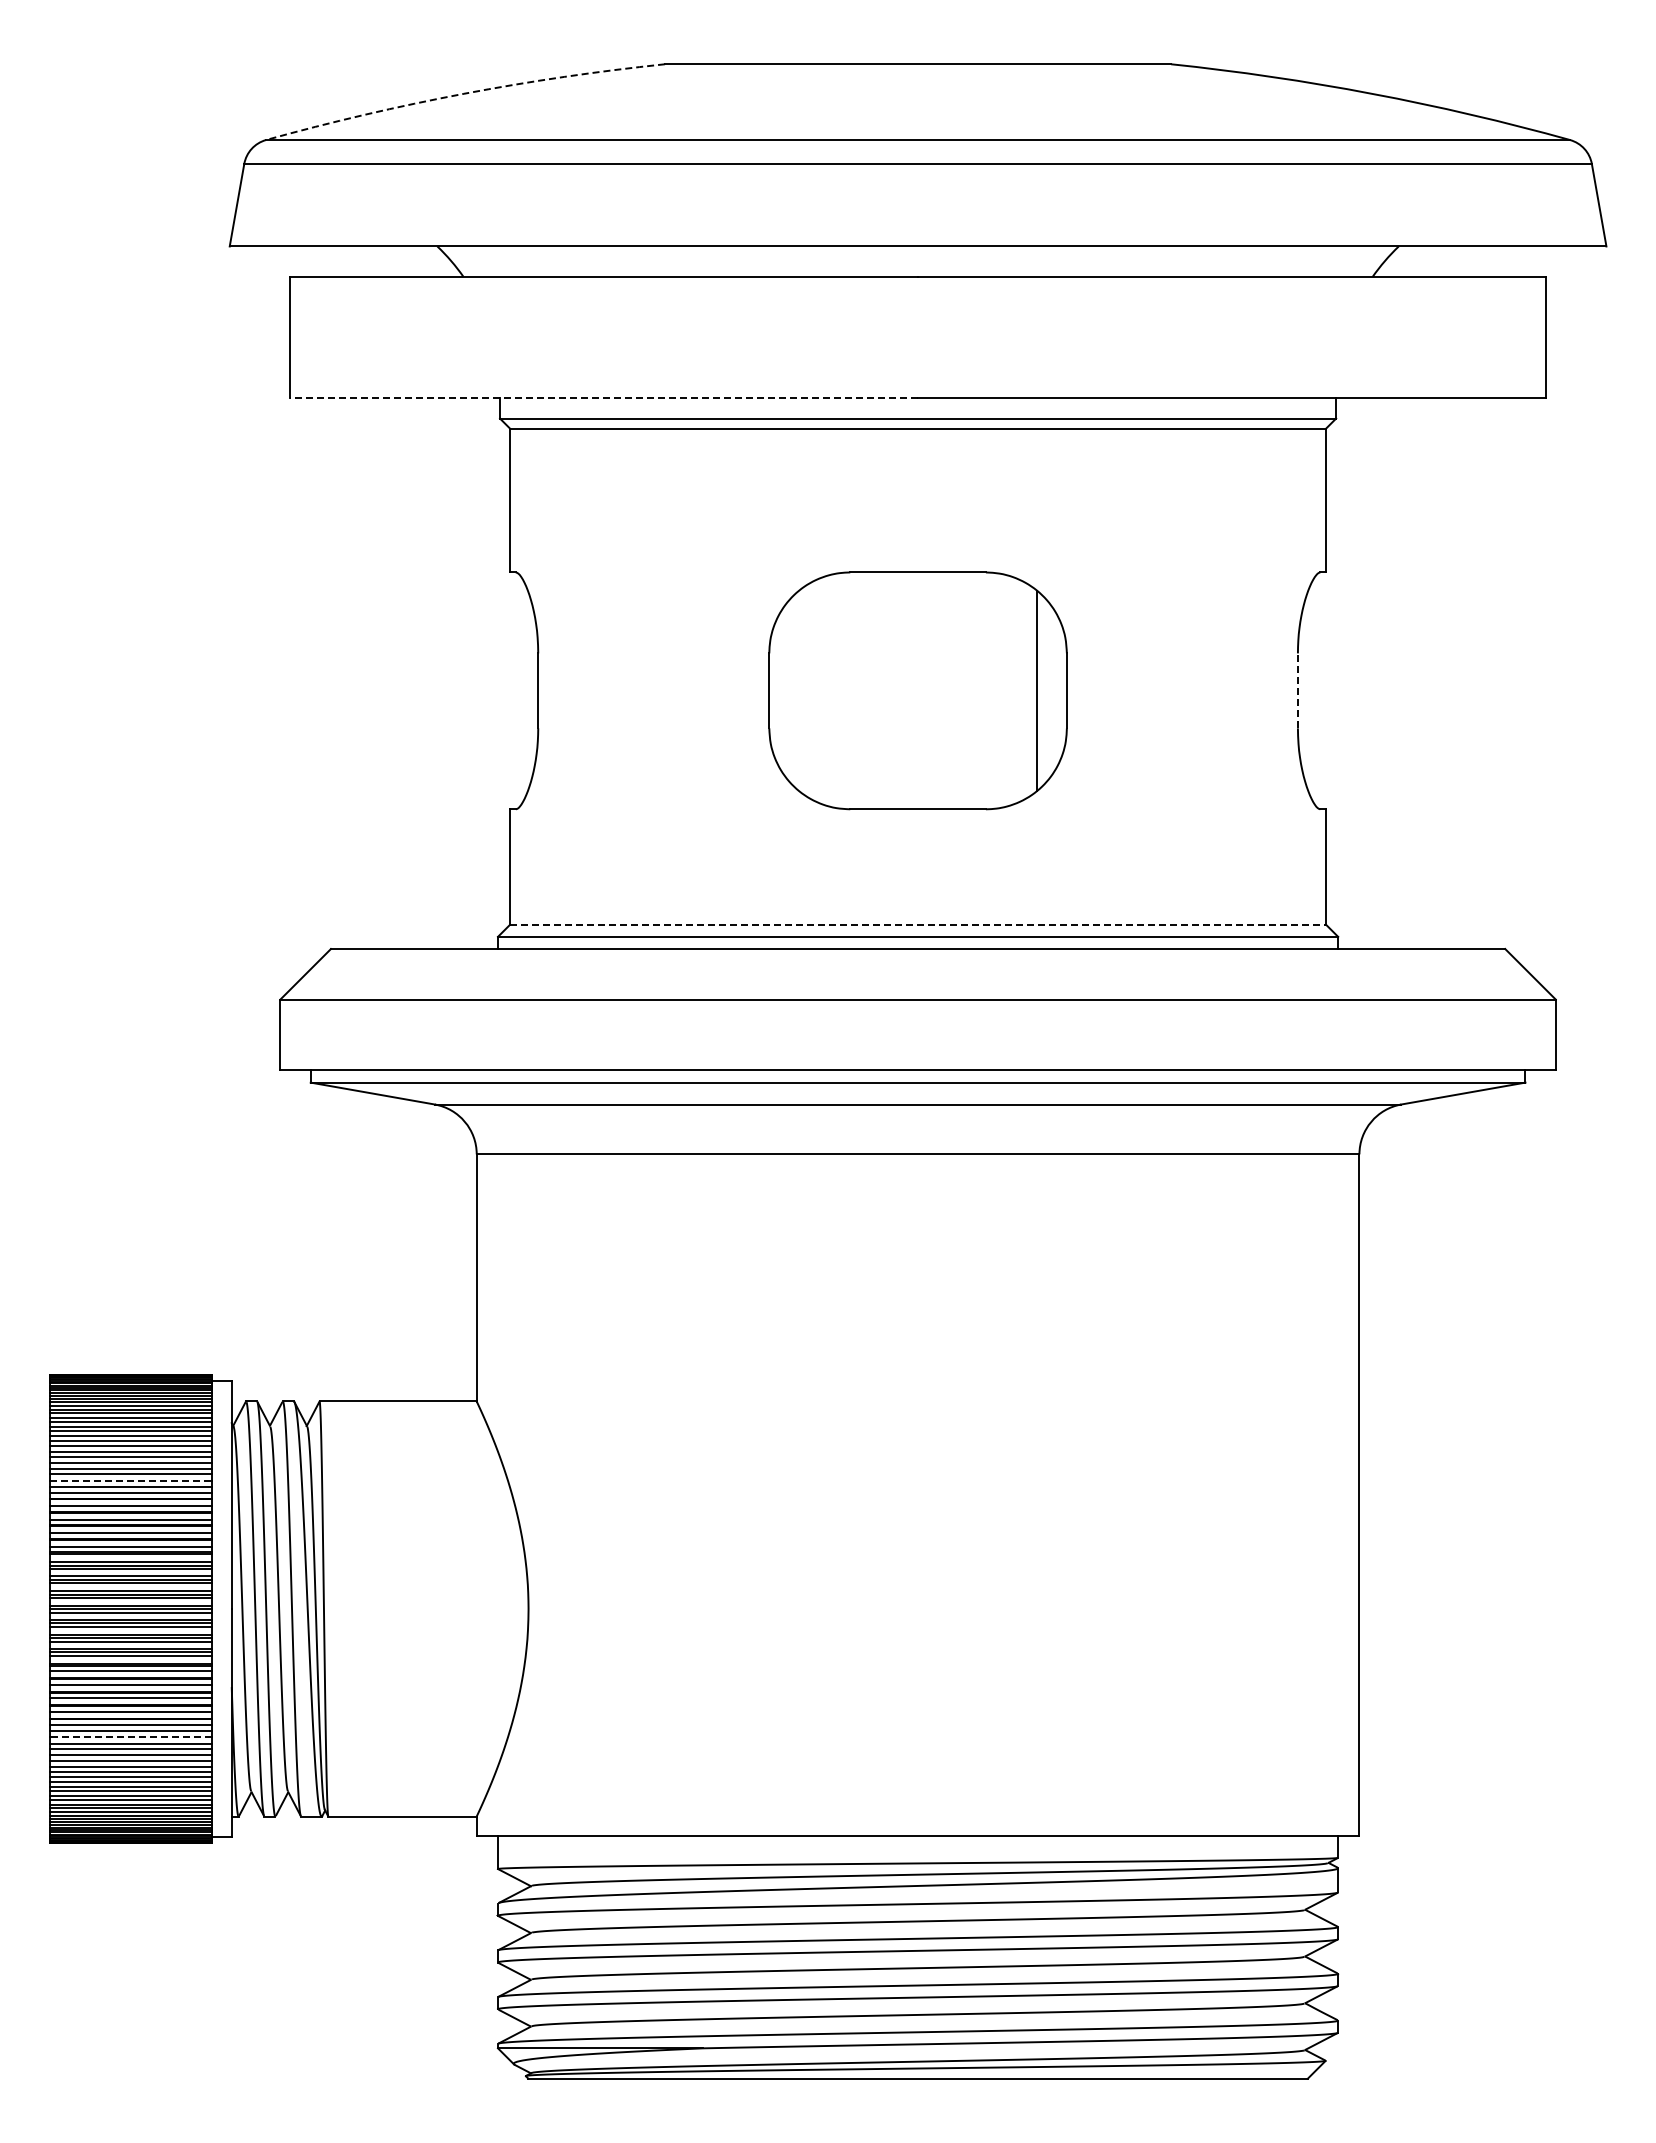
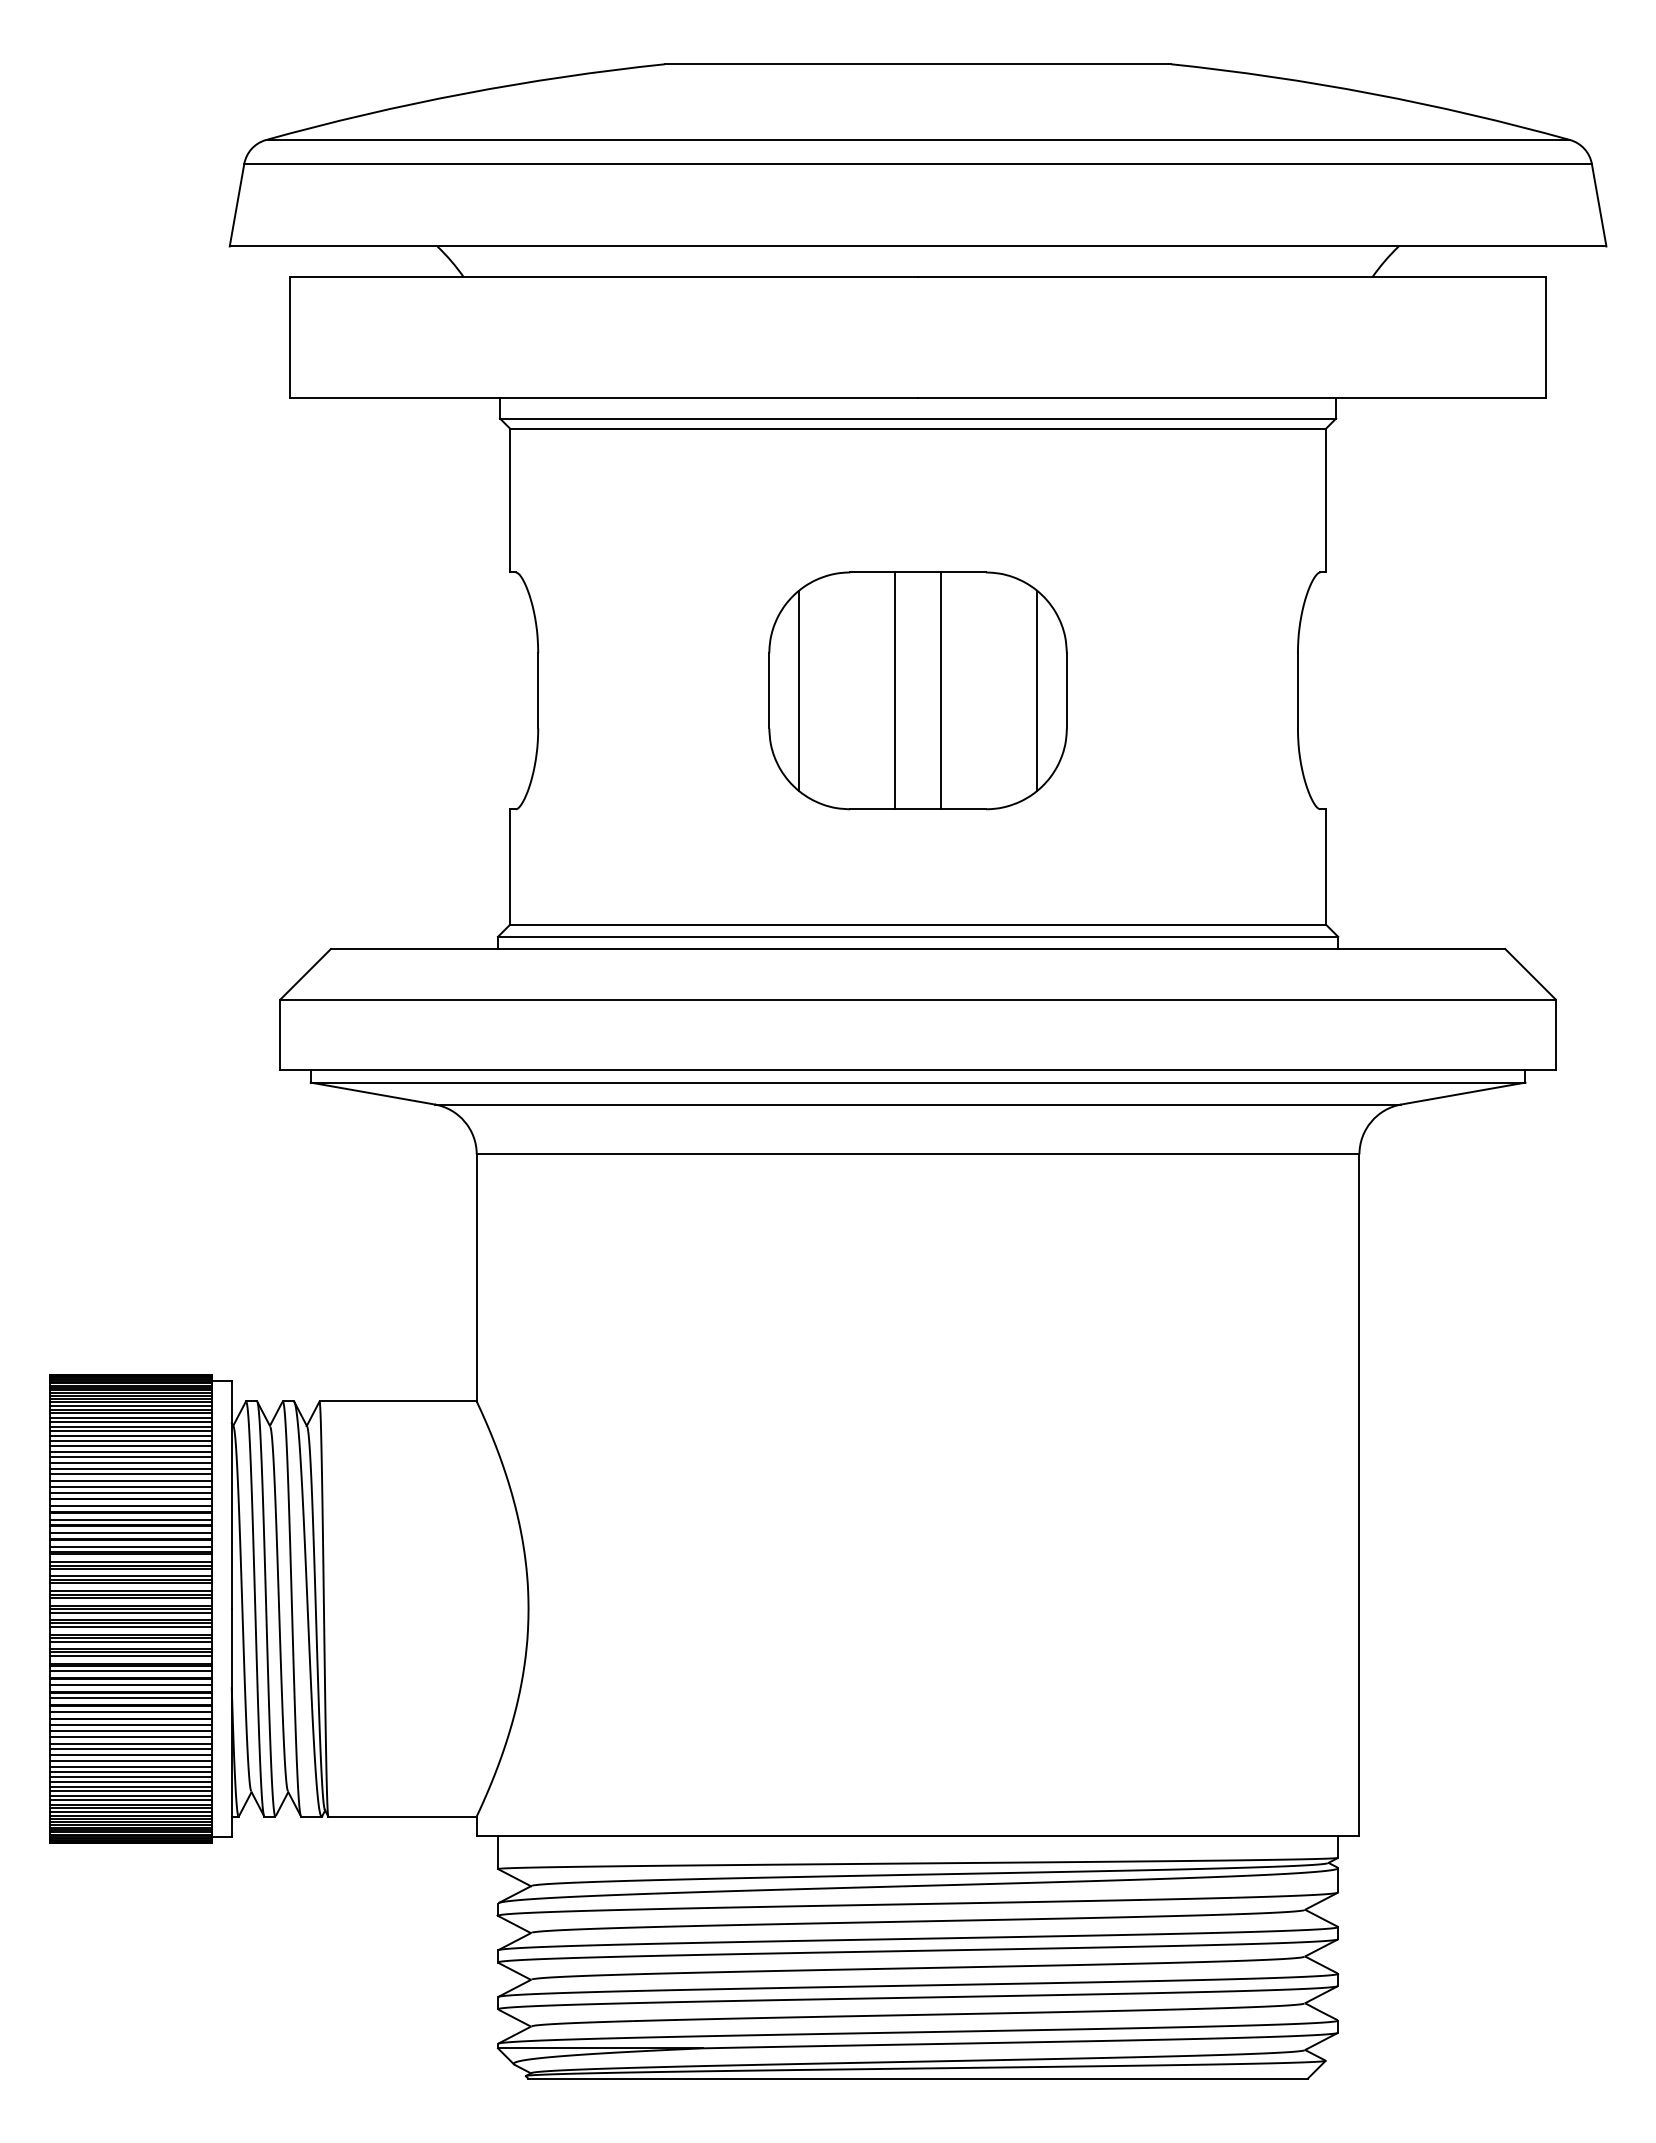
arc at (463, 93): dashed -> solid
line at (604, 398): dashed -> solid
line at (798, 690): none -> present
line at (894, 690): none -> present
line at (941, 690): none -> present
line at (1297, 690): dashed -> solid
line at (918, 924): dashed -> solid
line at (130, 1480): dashed -> solid
line at (130, 1737): dashed -> solid
